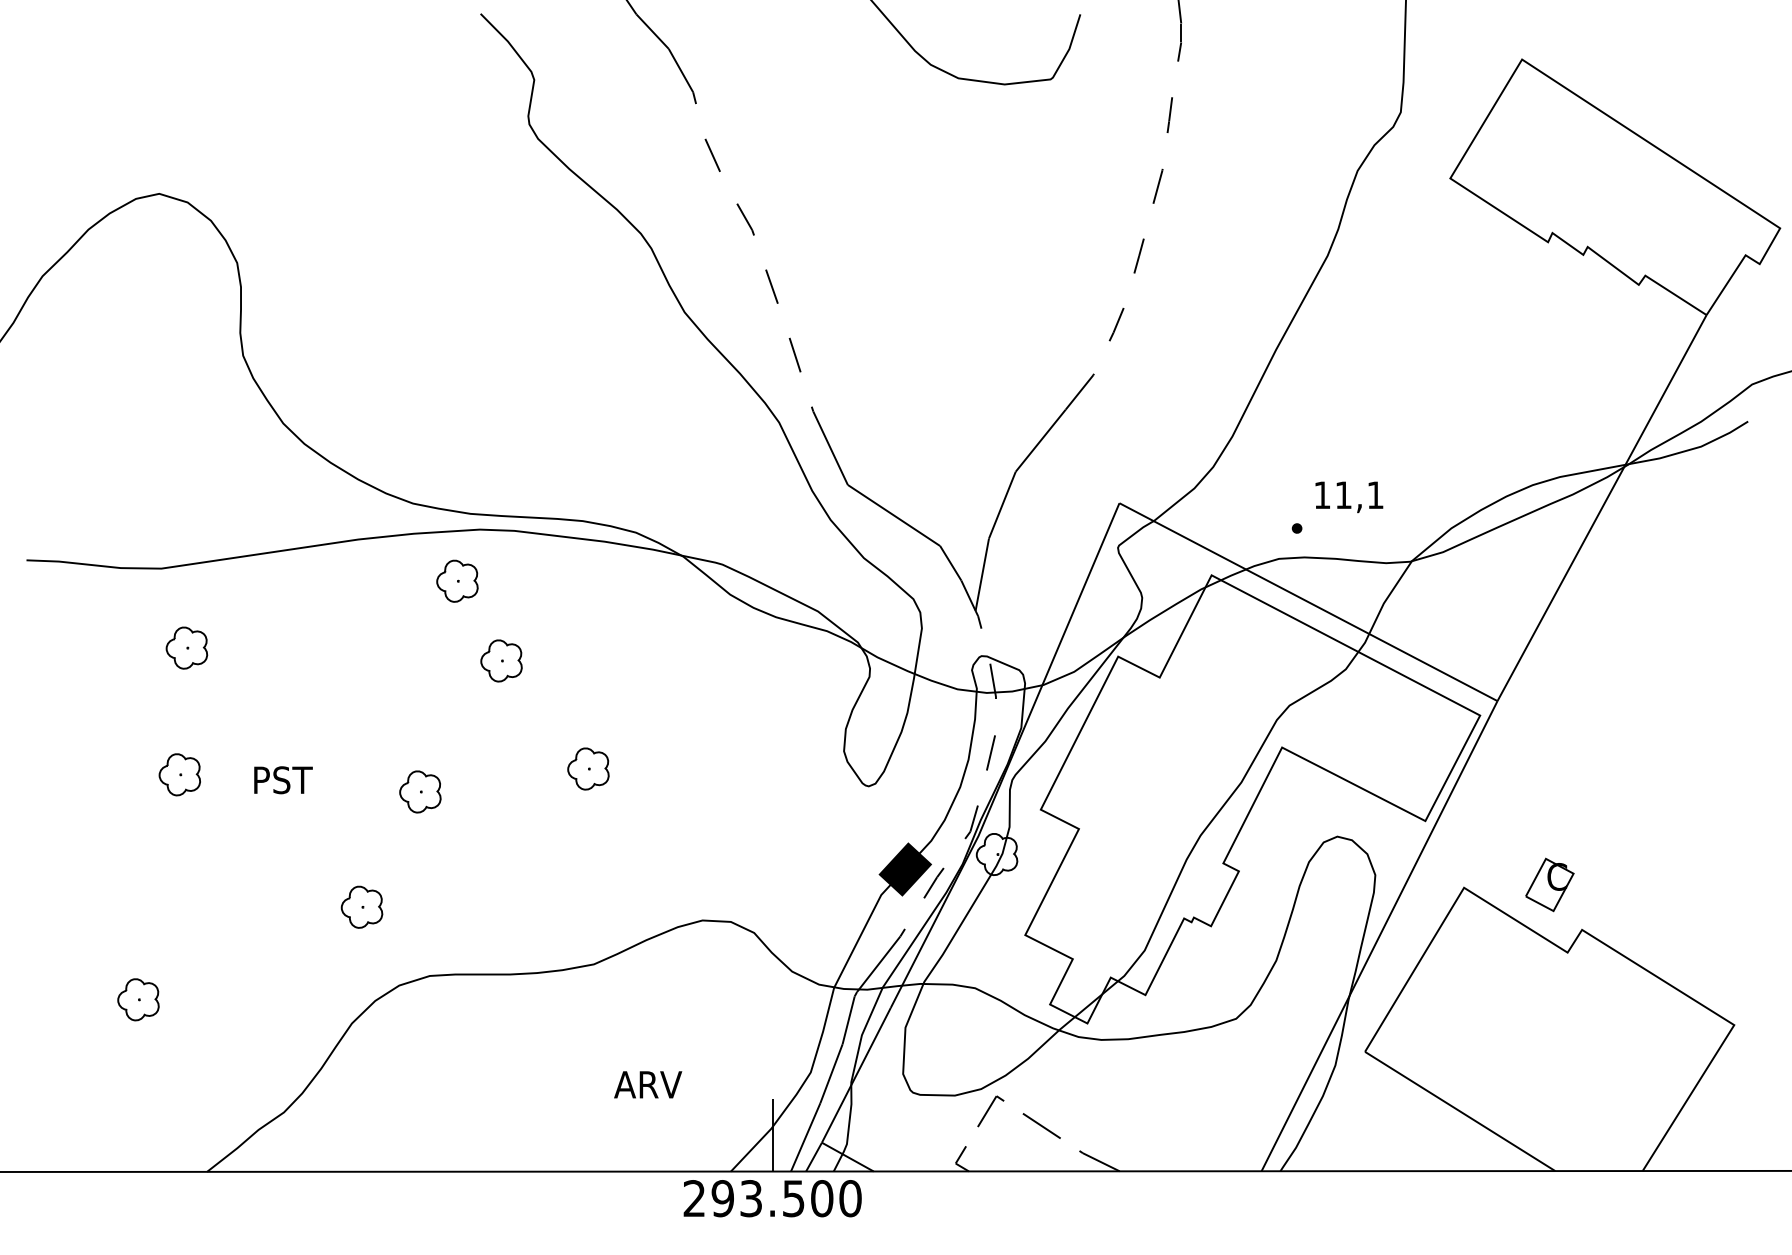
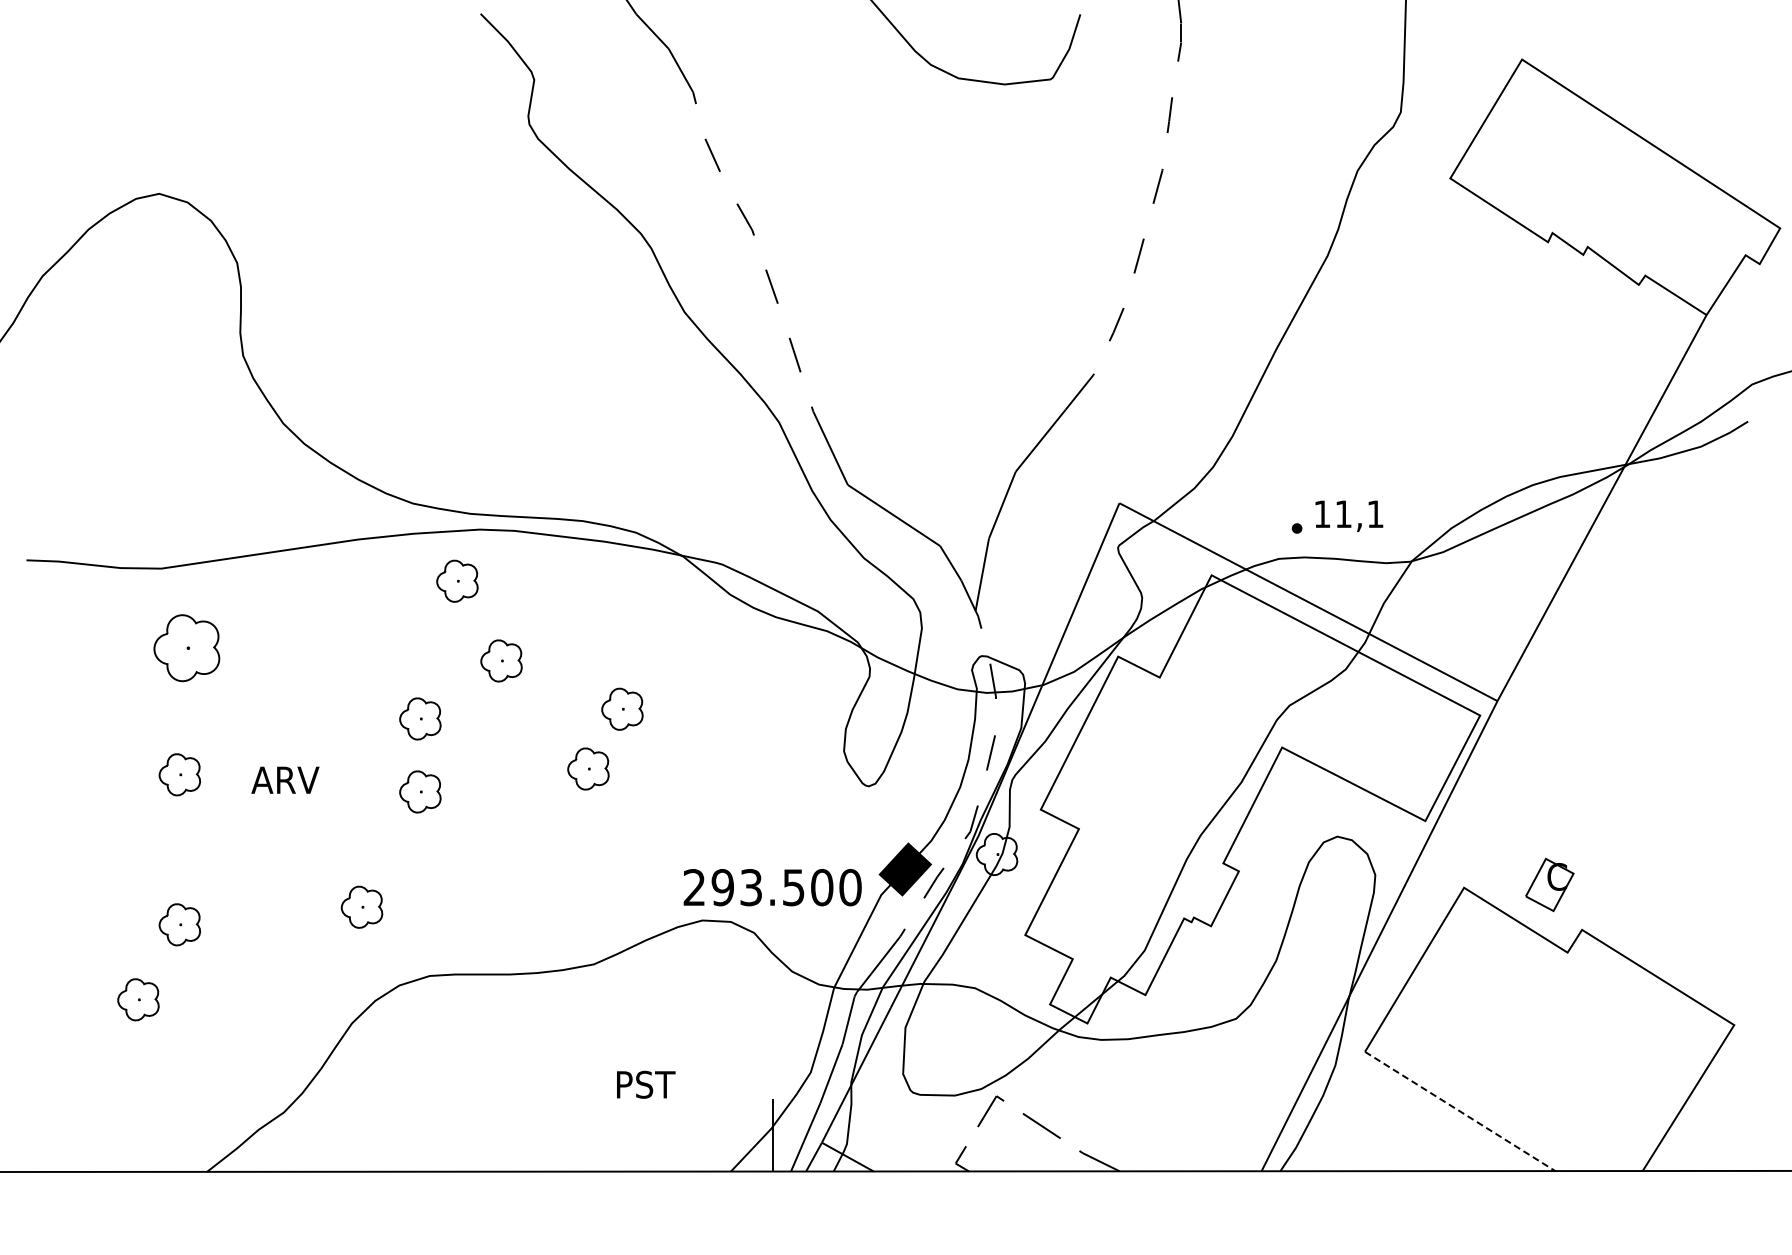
text at (1349, 497) position: (1349, 497) -> (1349, 516)
part at (186, 647) size: 44x44 px -> 68x69 px
part at (622, 708): none -> present
part at (420, 718): none -> present
text at (285, 780): PST -> ARV
part at (179, 924): none -> present
text at (648, 1084): ARV -> PST
line at (1460, 1111): solid -> dashed
text at (772, 1198) position: (772, 1198) -> (772, 887)
